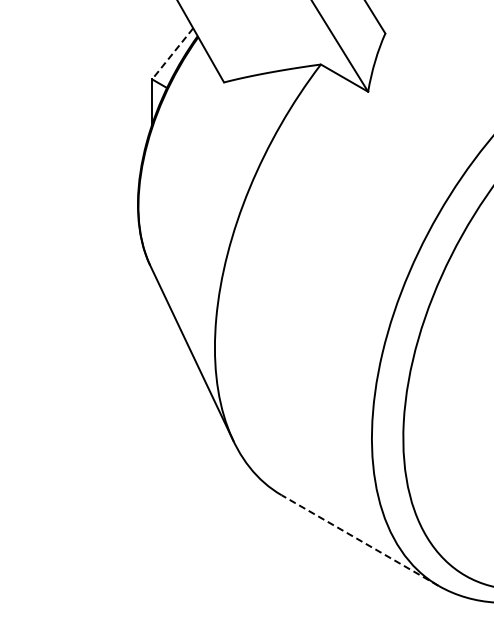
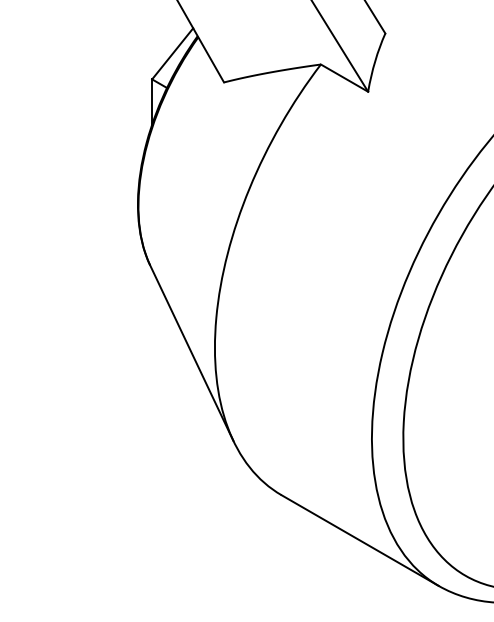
line at (172, 53): dashed -> solid
line at (360, 540): dashed -> solid
